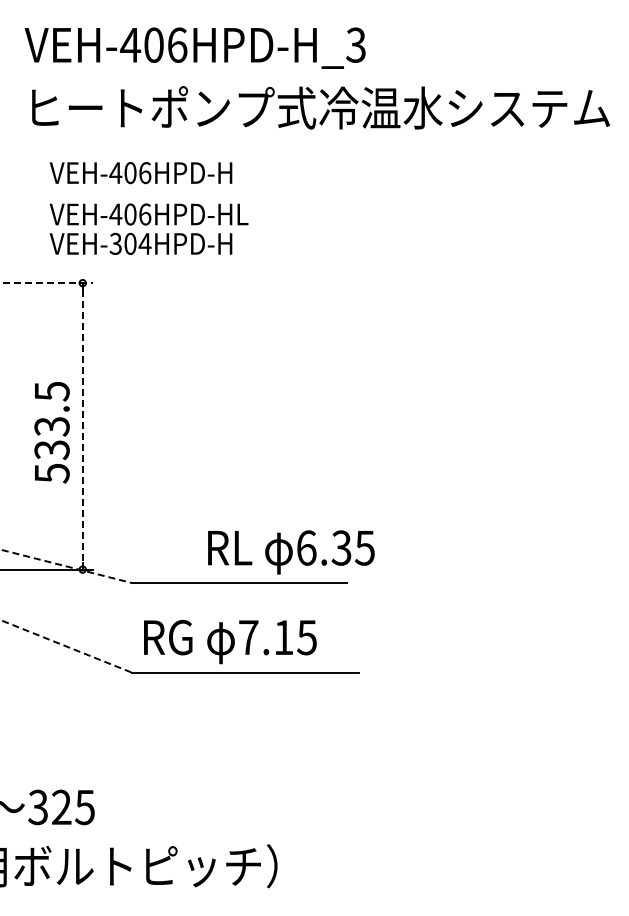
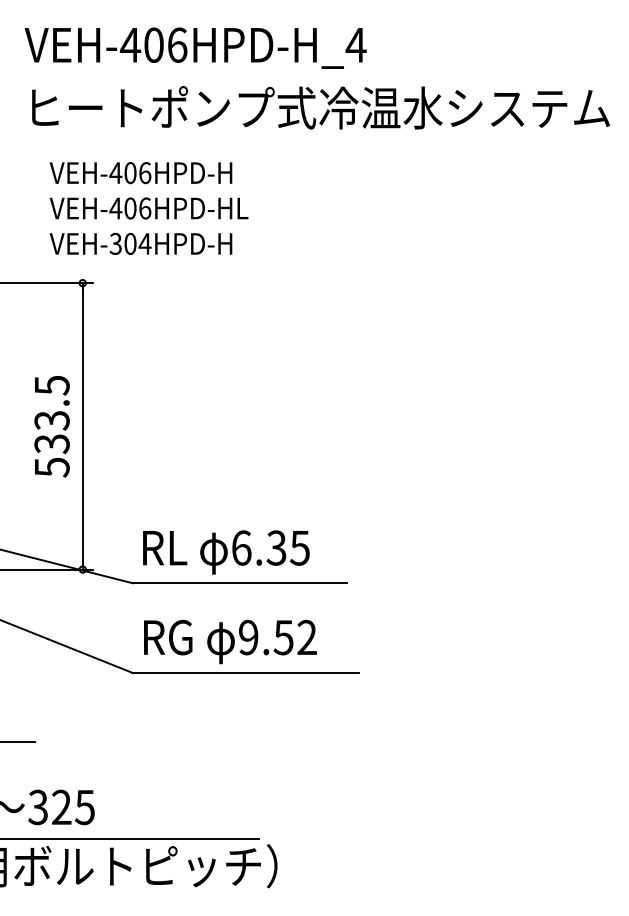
text at (355, 44): VEH-406HPD-H_3 -> VEH-406HPD-H_4
text at (148, 214) position: (148, 214) -> (148, 208)
line at (47, 283): dashed -> solid
line at (82, 426): dashed -> solid
text at (51, 432) position: (51, 432) -> (51, 426)
text at (291, 552) position: (291, 552) -> (226, 552)
line at (67, 566): dashed -> solid
text at (277, 637): 7.15 -> 9.52
line at (65, 646): dashed -> solid
line at (18, 742): none -> present
line at (130, 838): none -> present
